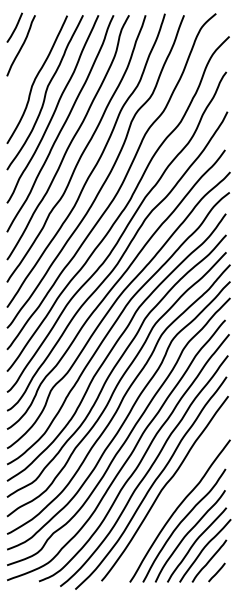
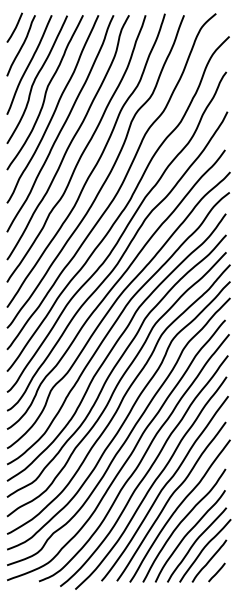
curve at (29, 64): none -> present
curve at (169, 500): none -> present
